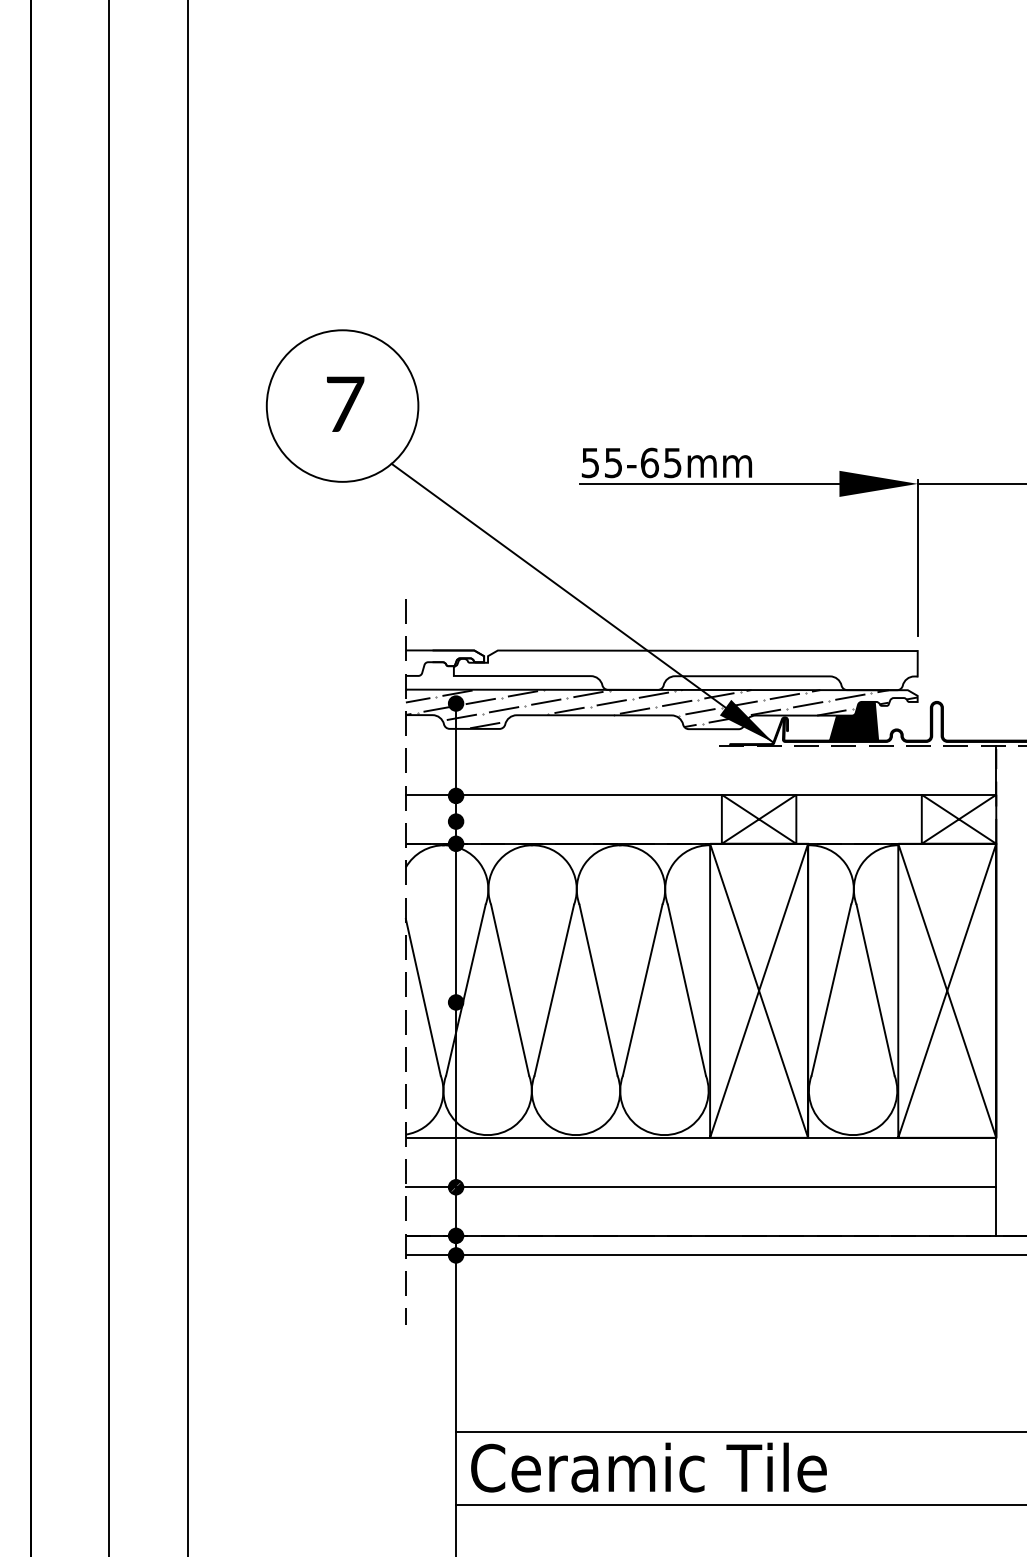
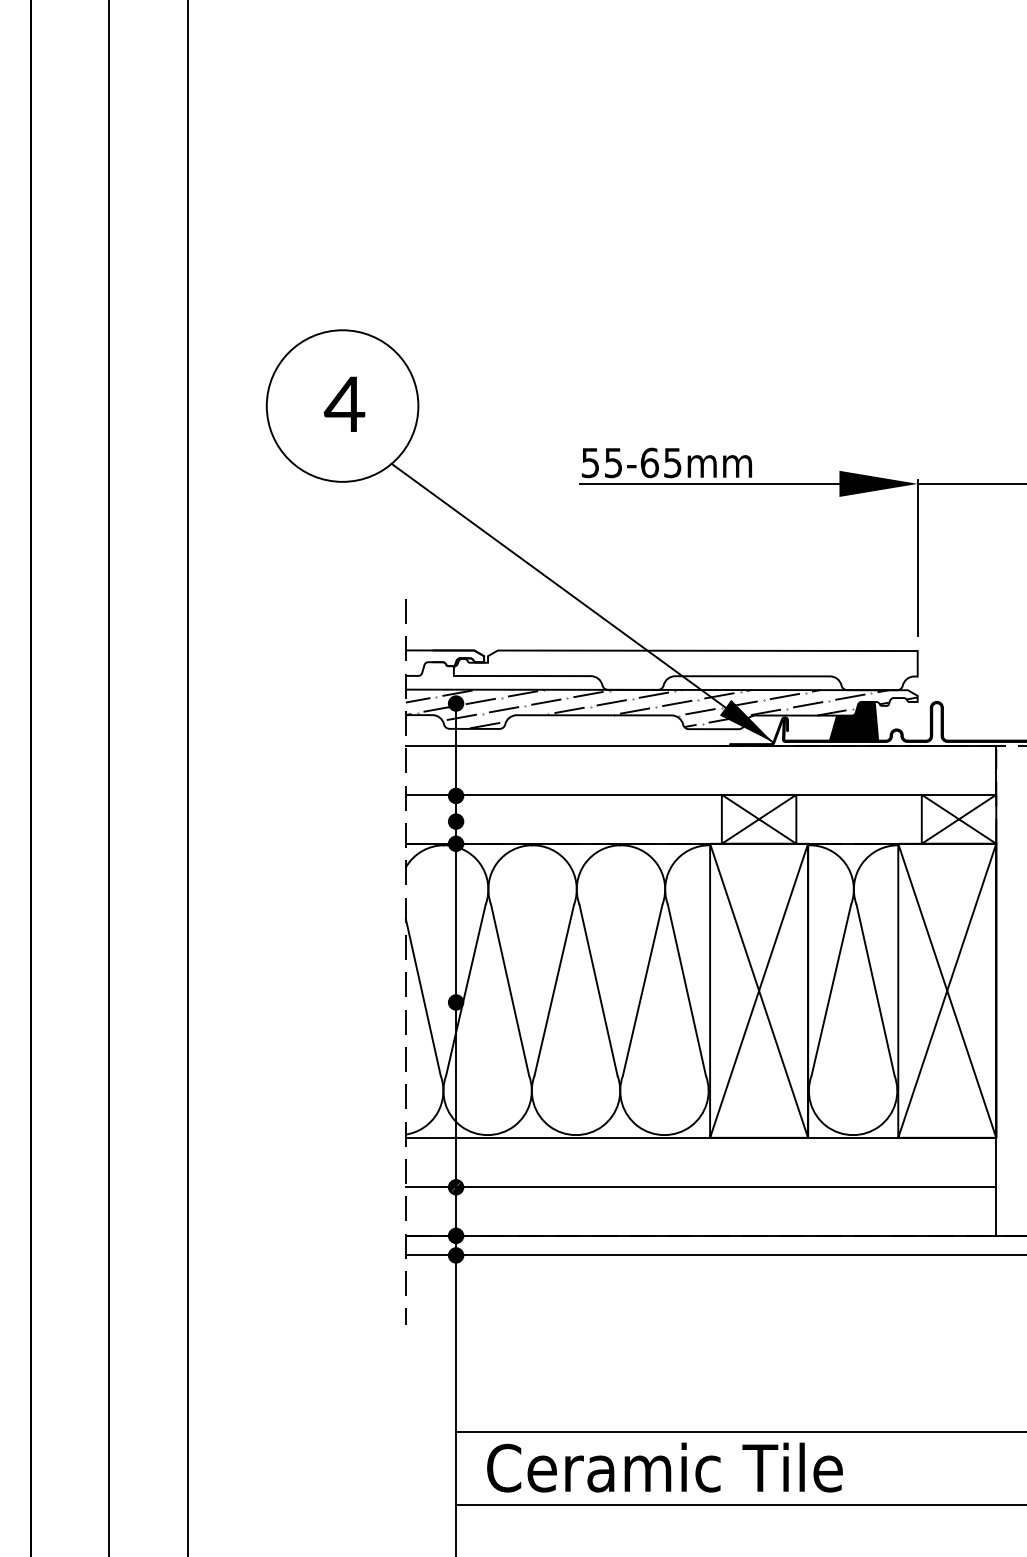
text at (344, 403): 7 -> 4
line at (700, 745): none -> present
text at (648, 1467) position: (648, 1467) -> (664, 1467)
